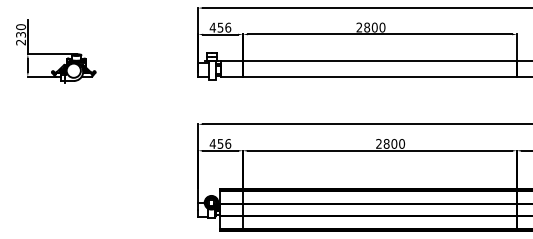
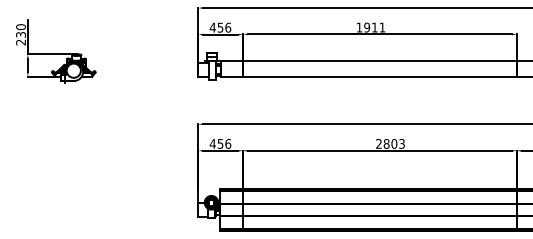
text at (370, 27): 2800 -> 1911
text at (402, 143): 2800 -> 2803
